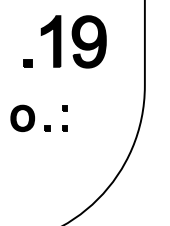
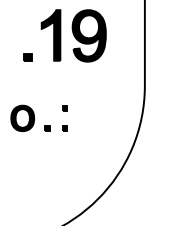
part at (64, 41) position: (64, 41) -> (64, 35)
